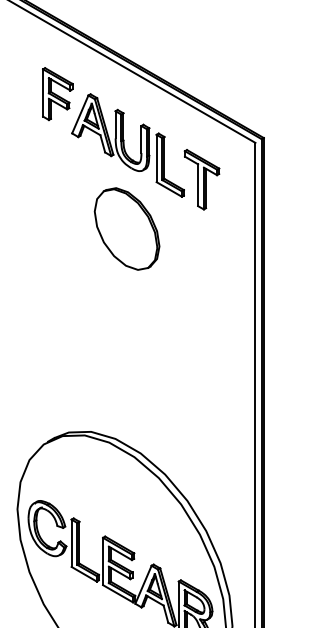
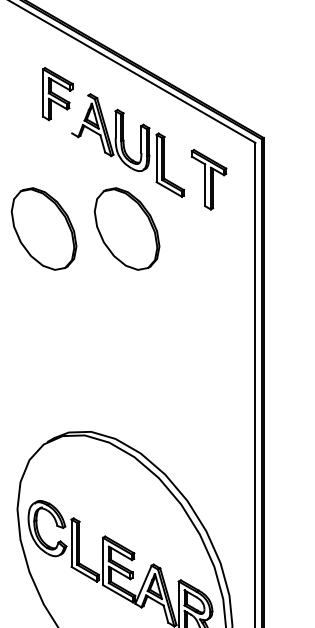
line at (80, 114): present -> none
part at (201, 179) position: (201, 179) -> (208, 179)
part at (43, 228): none -> present
